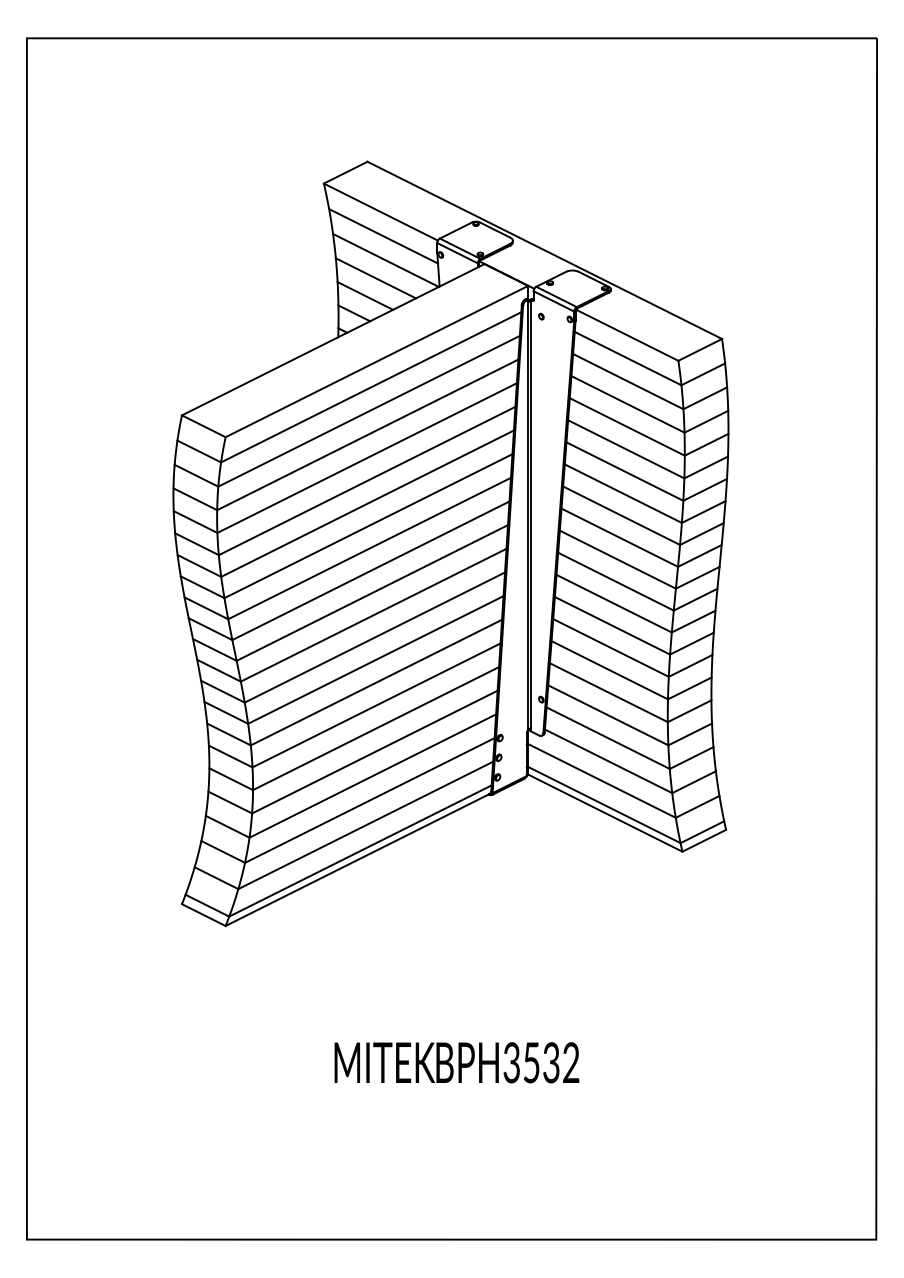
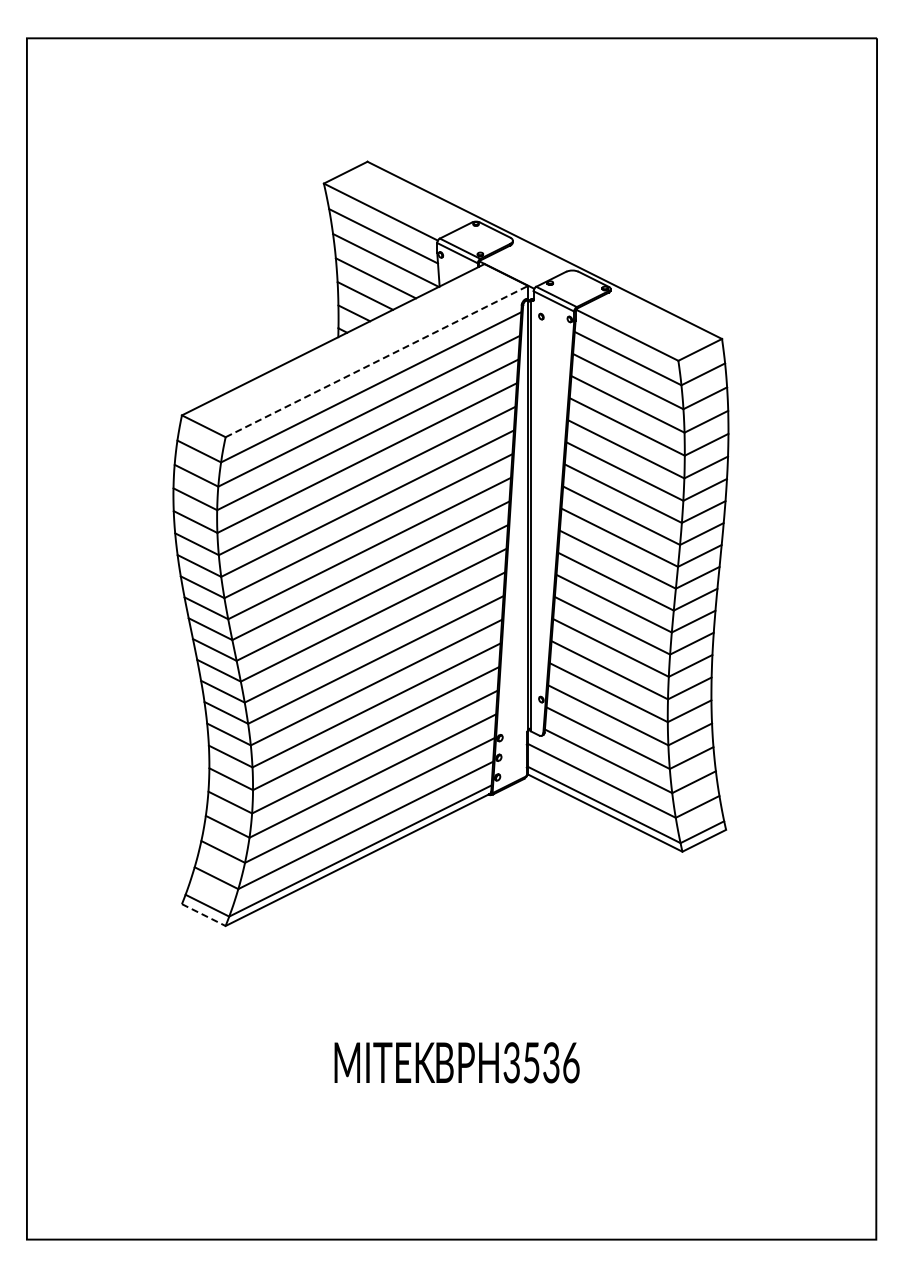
line at (377, 361): solid -> dashed
line at (204, 915): solid -> dashed
text at (571, 1062): BPH3532 -> BPH3536
